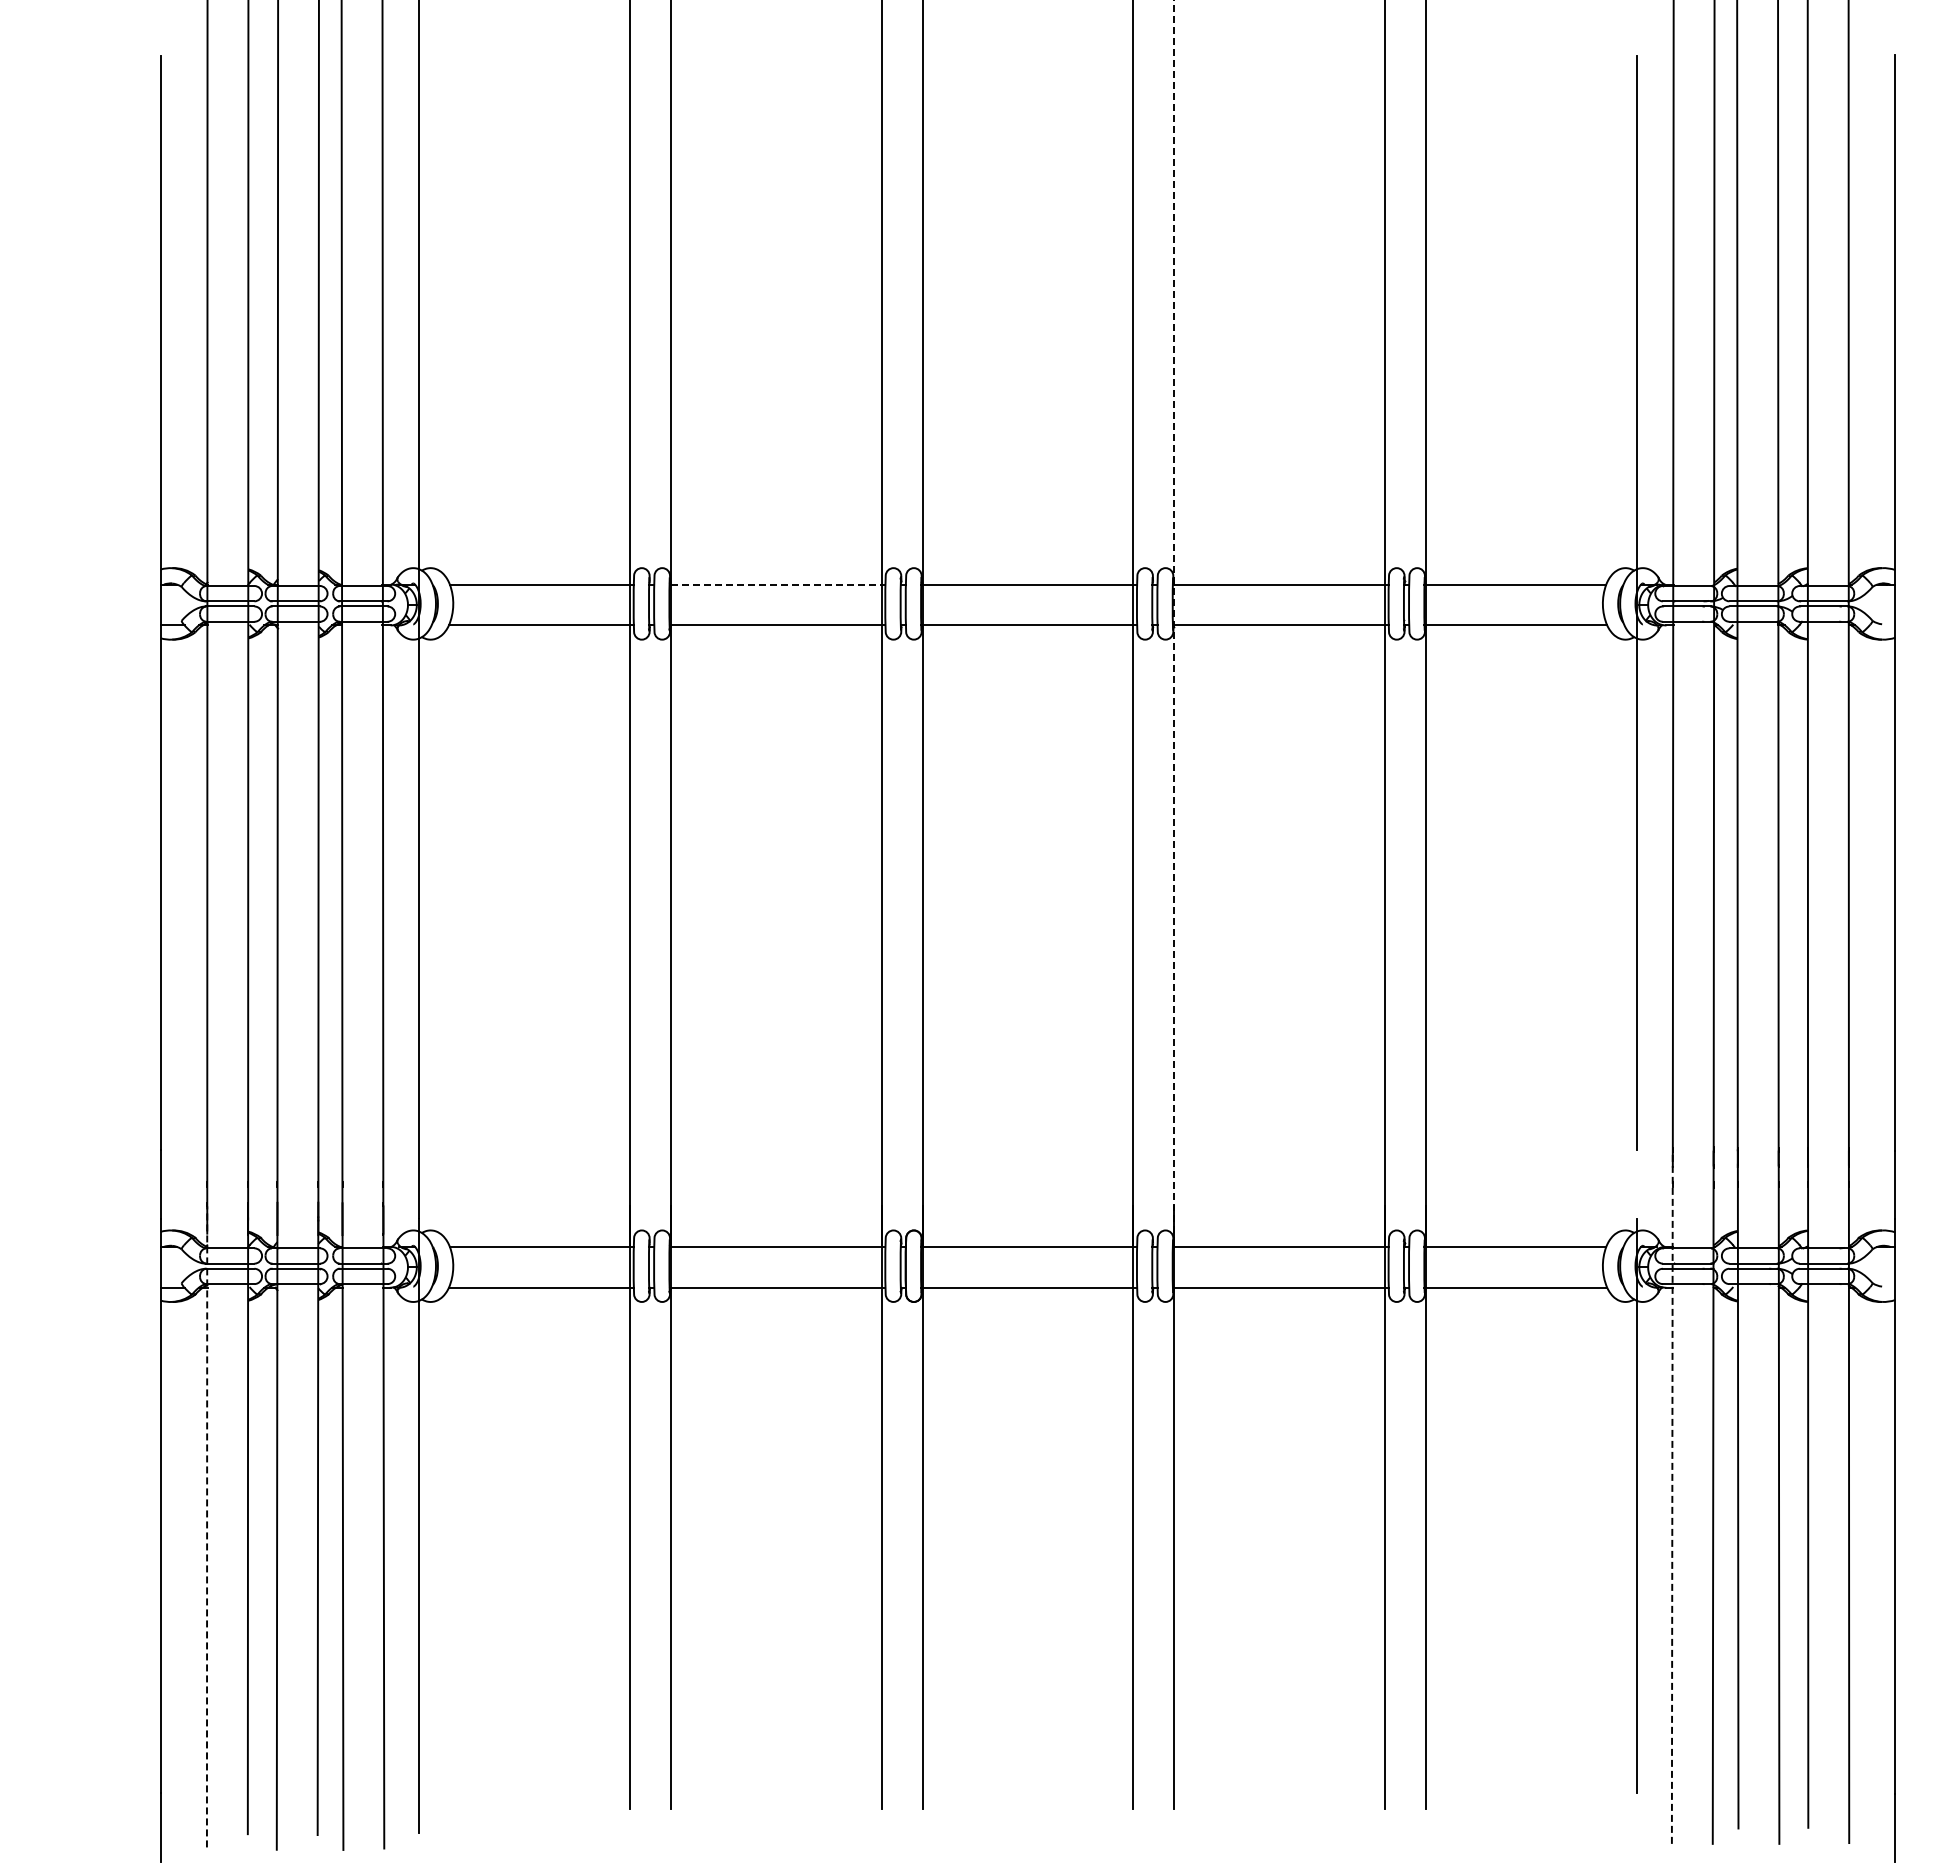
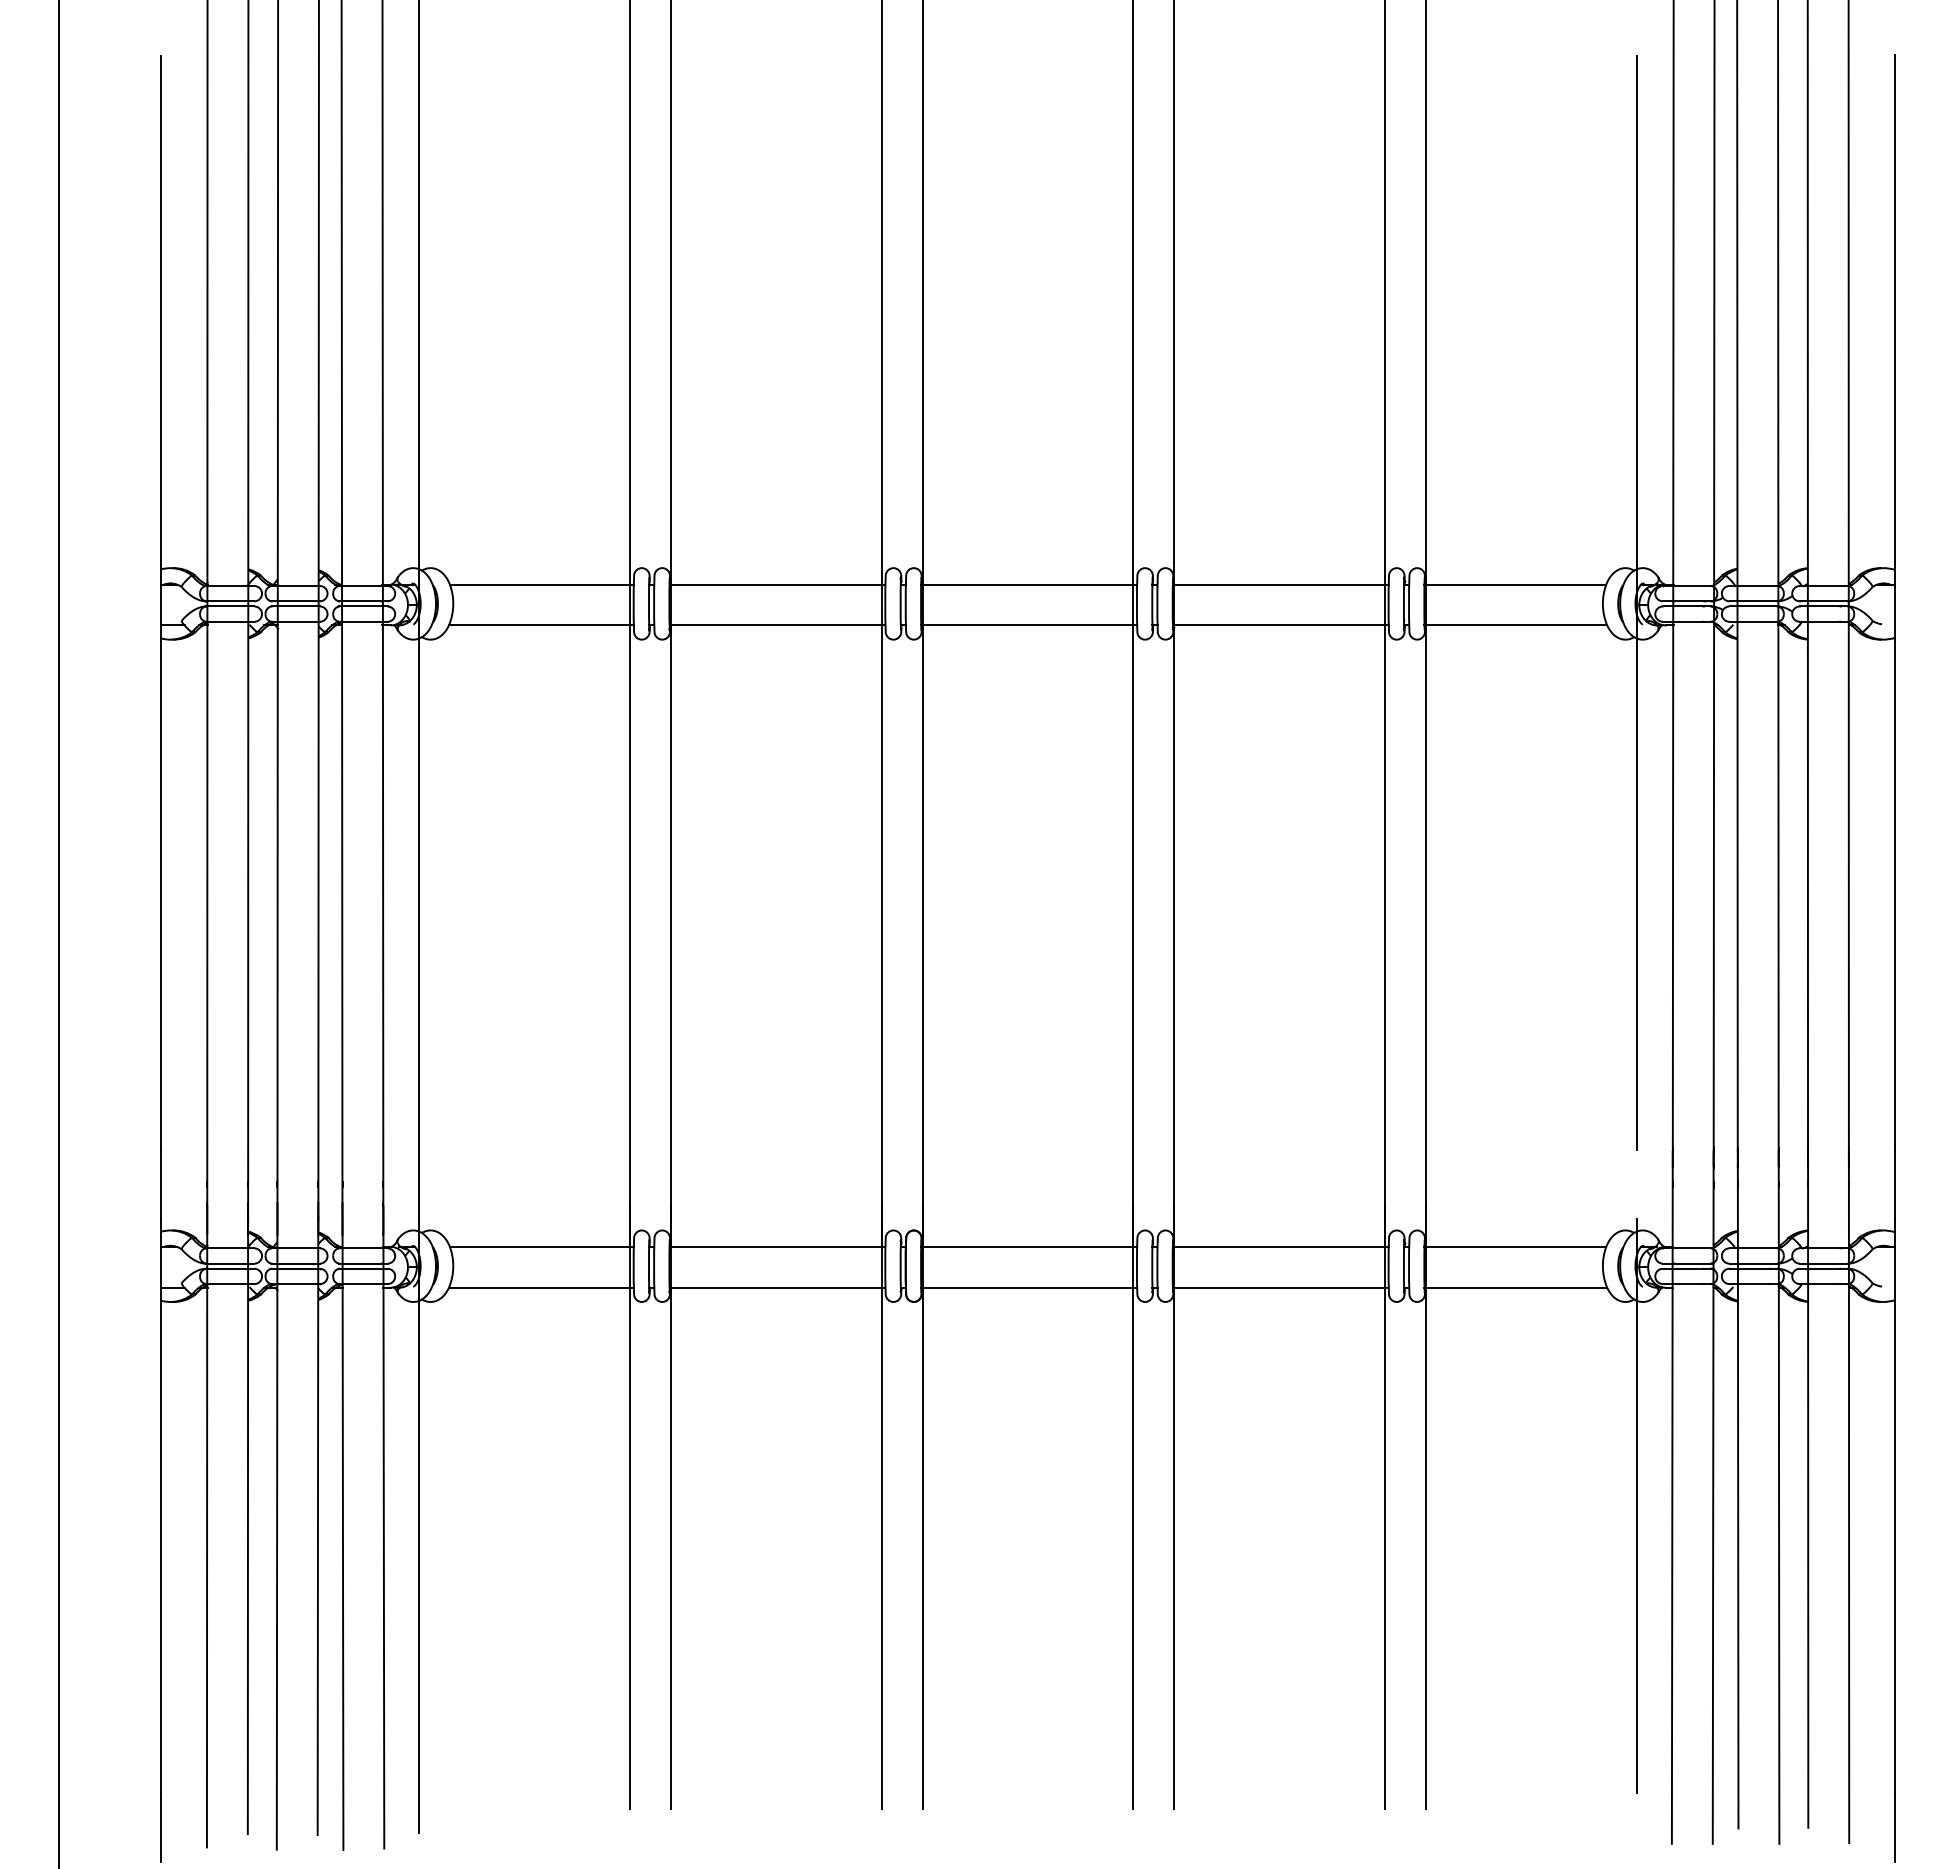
line at (776, 584): dashed -> solid
line at (1174, 623): dashed -> solid
line at (58, 933): none -> present
line at (1672, 1497): dashed -> solid
line at (207, 1526): dashed -> solid
